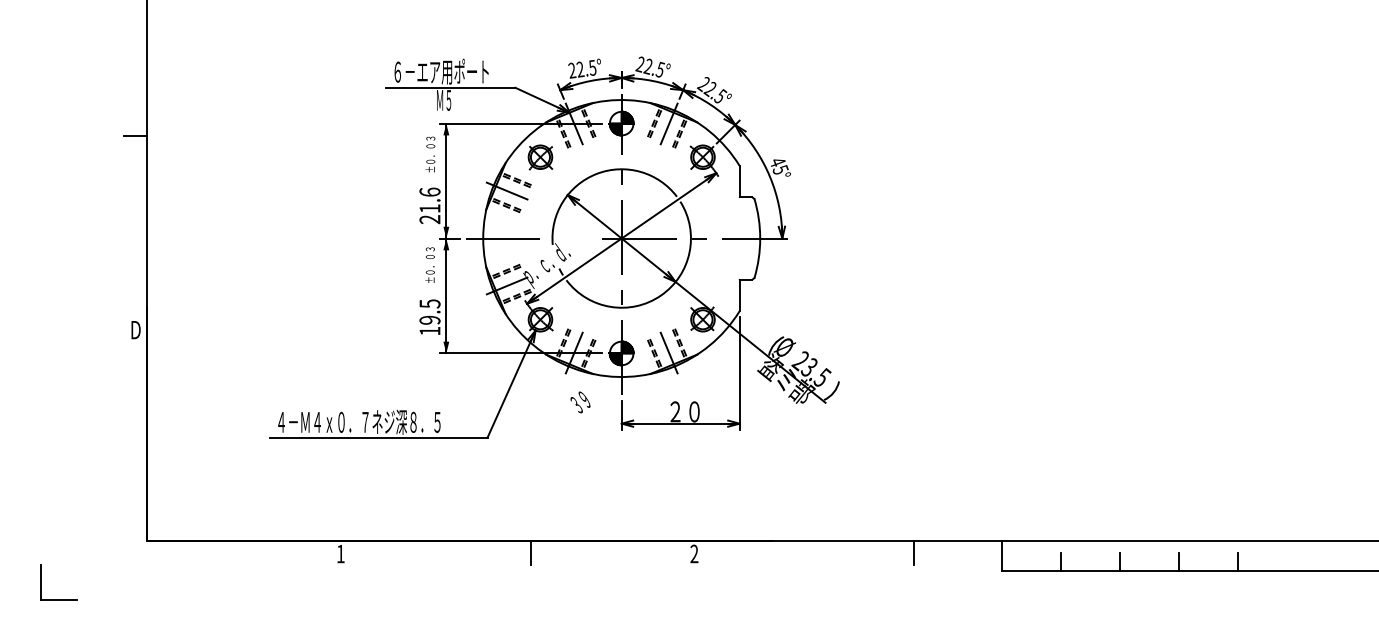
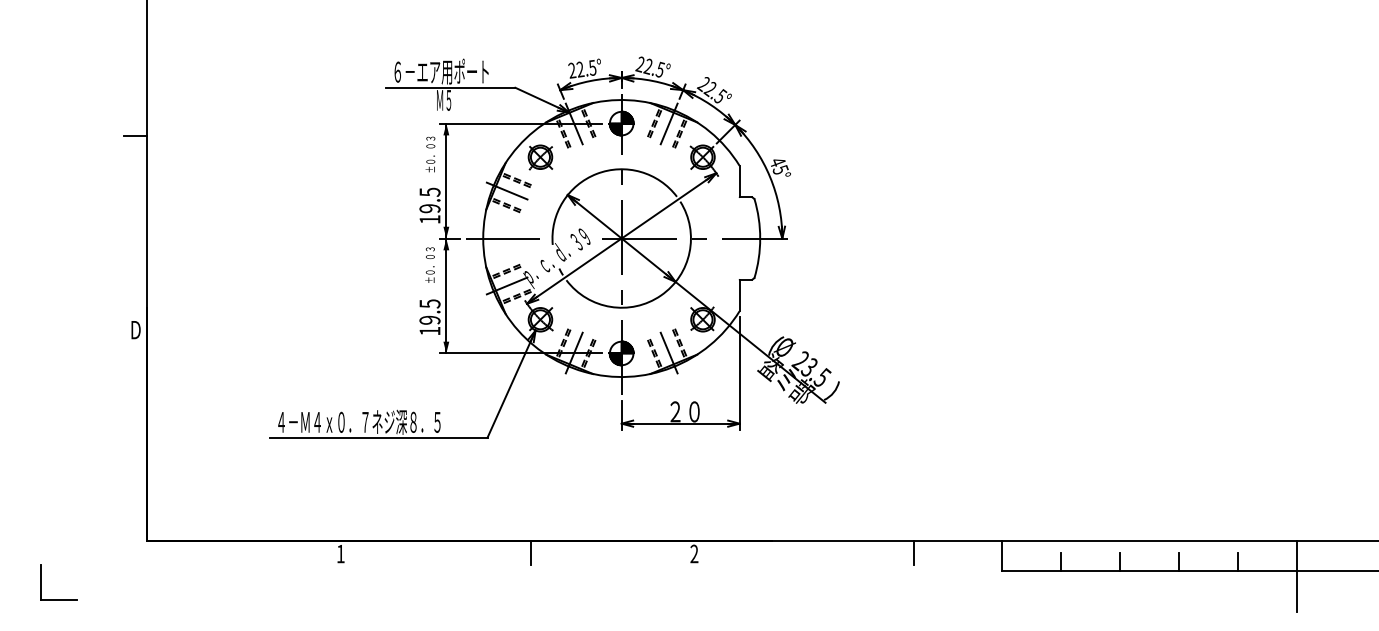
text at (429, 205): 21.6 -> 19.5
text at (580, 402) position: (580, 402) -> (580, 239)
line at (1296, 576): none -> present
